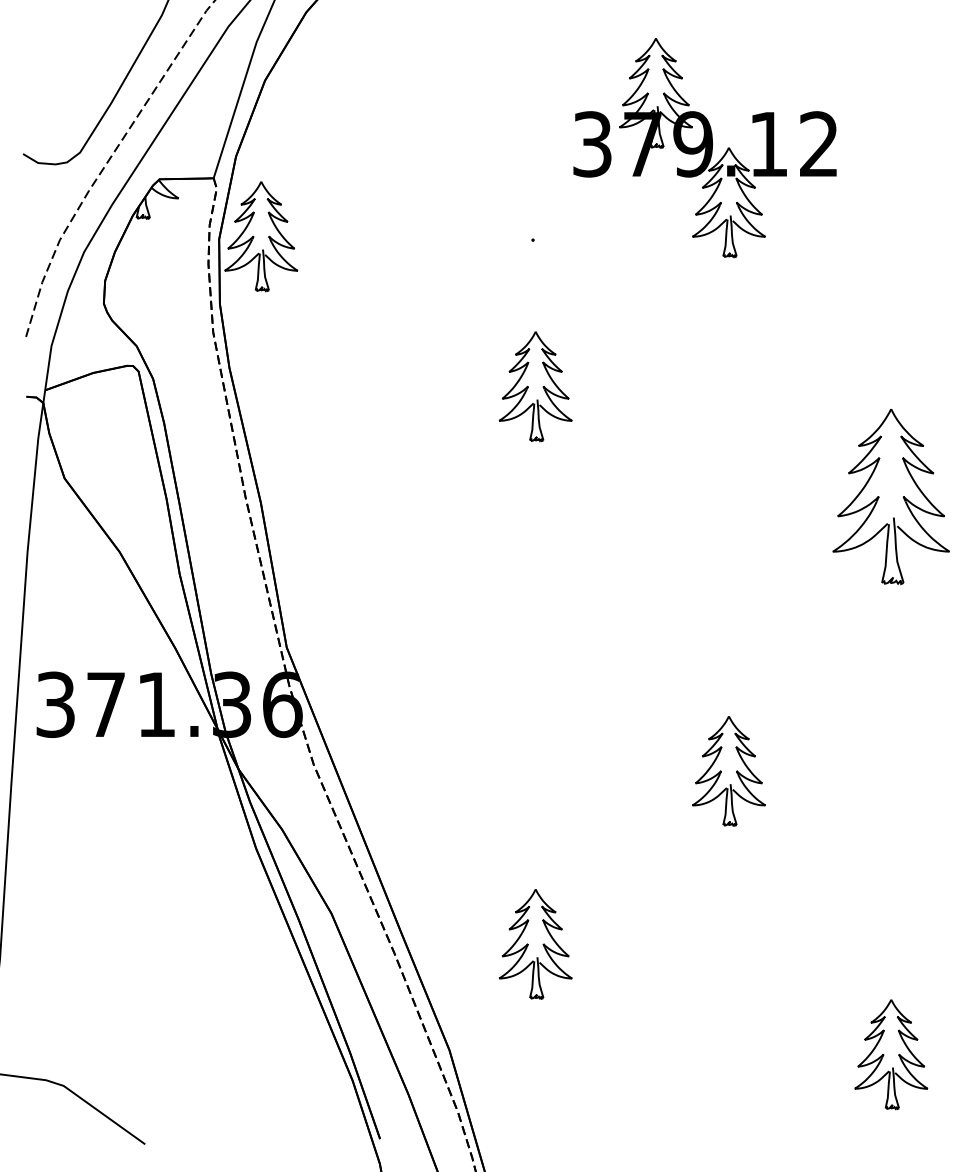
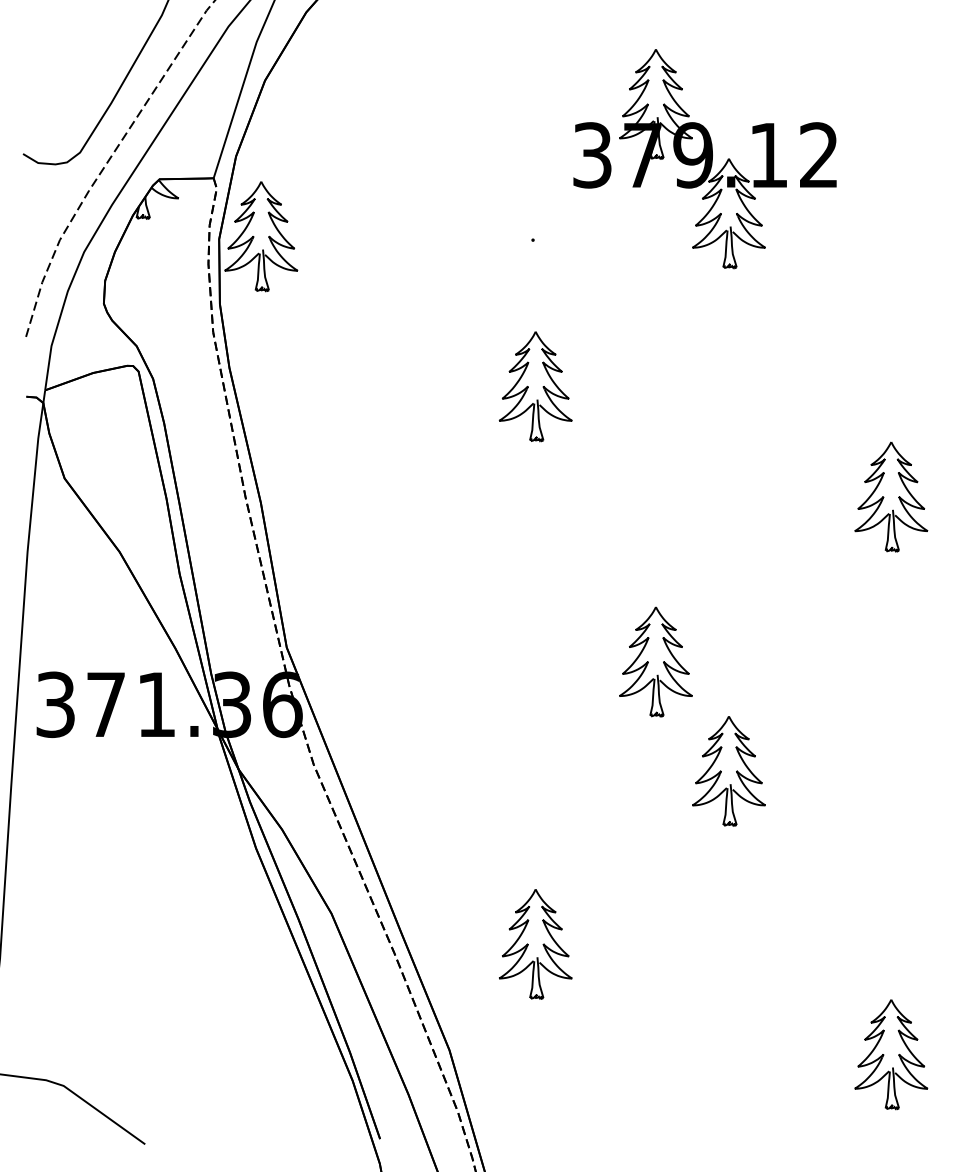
part at (704, 148) position: (704, 148) -> (704, 159)
part at (890, 496) size: 118x178 px -> 75x112 px
part at (655, 661): none -> present
